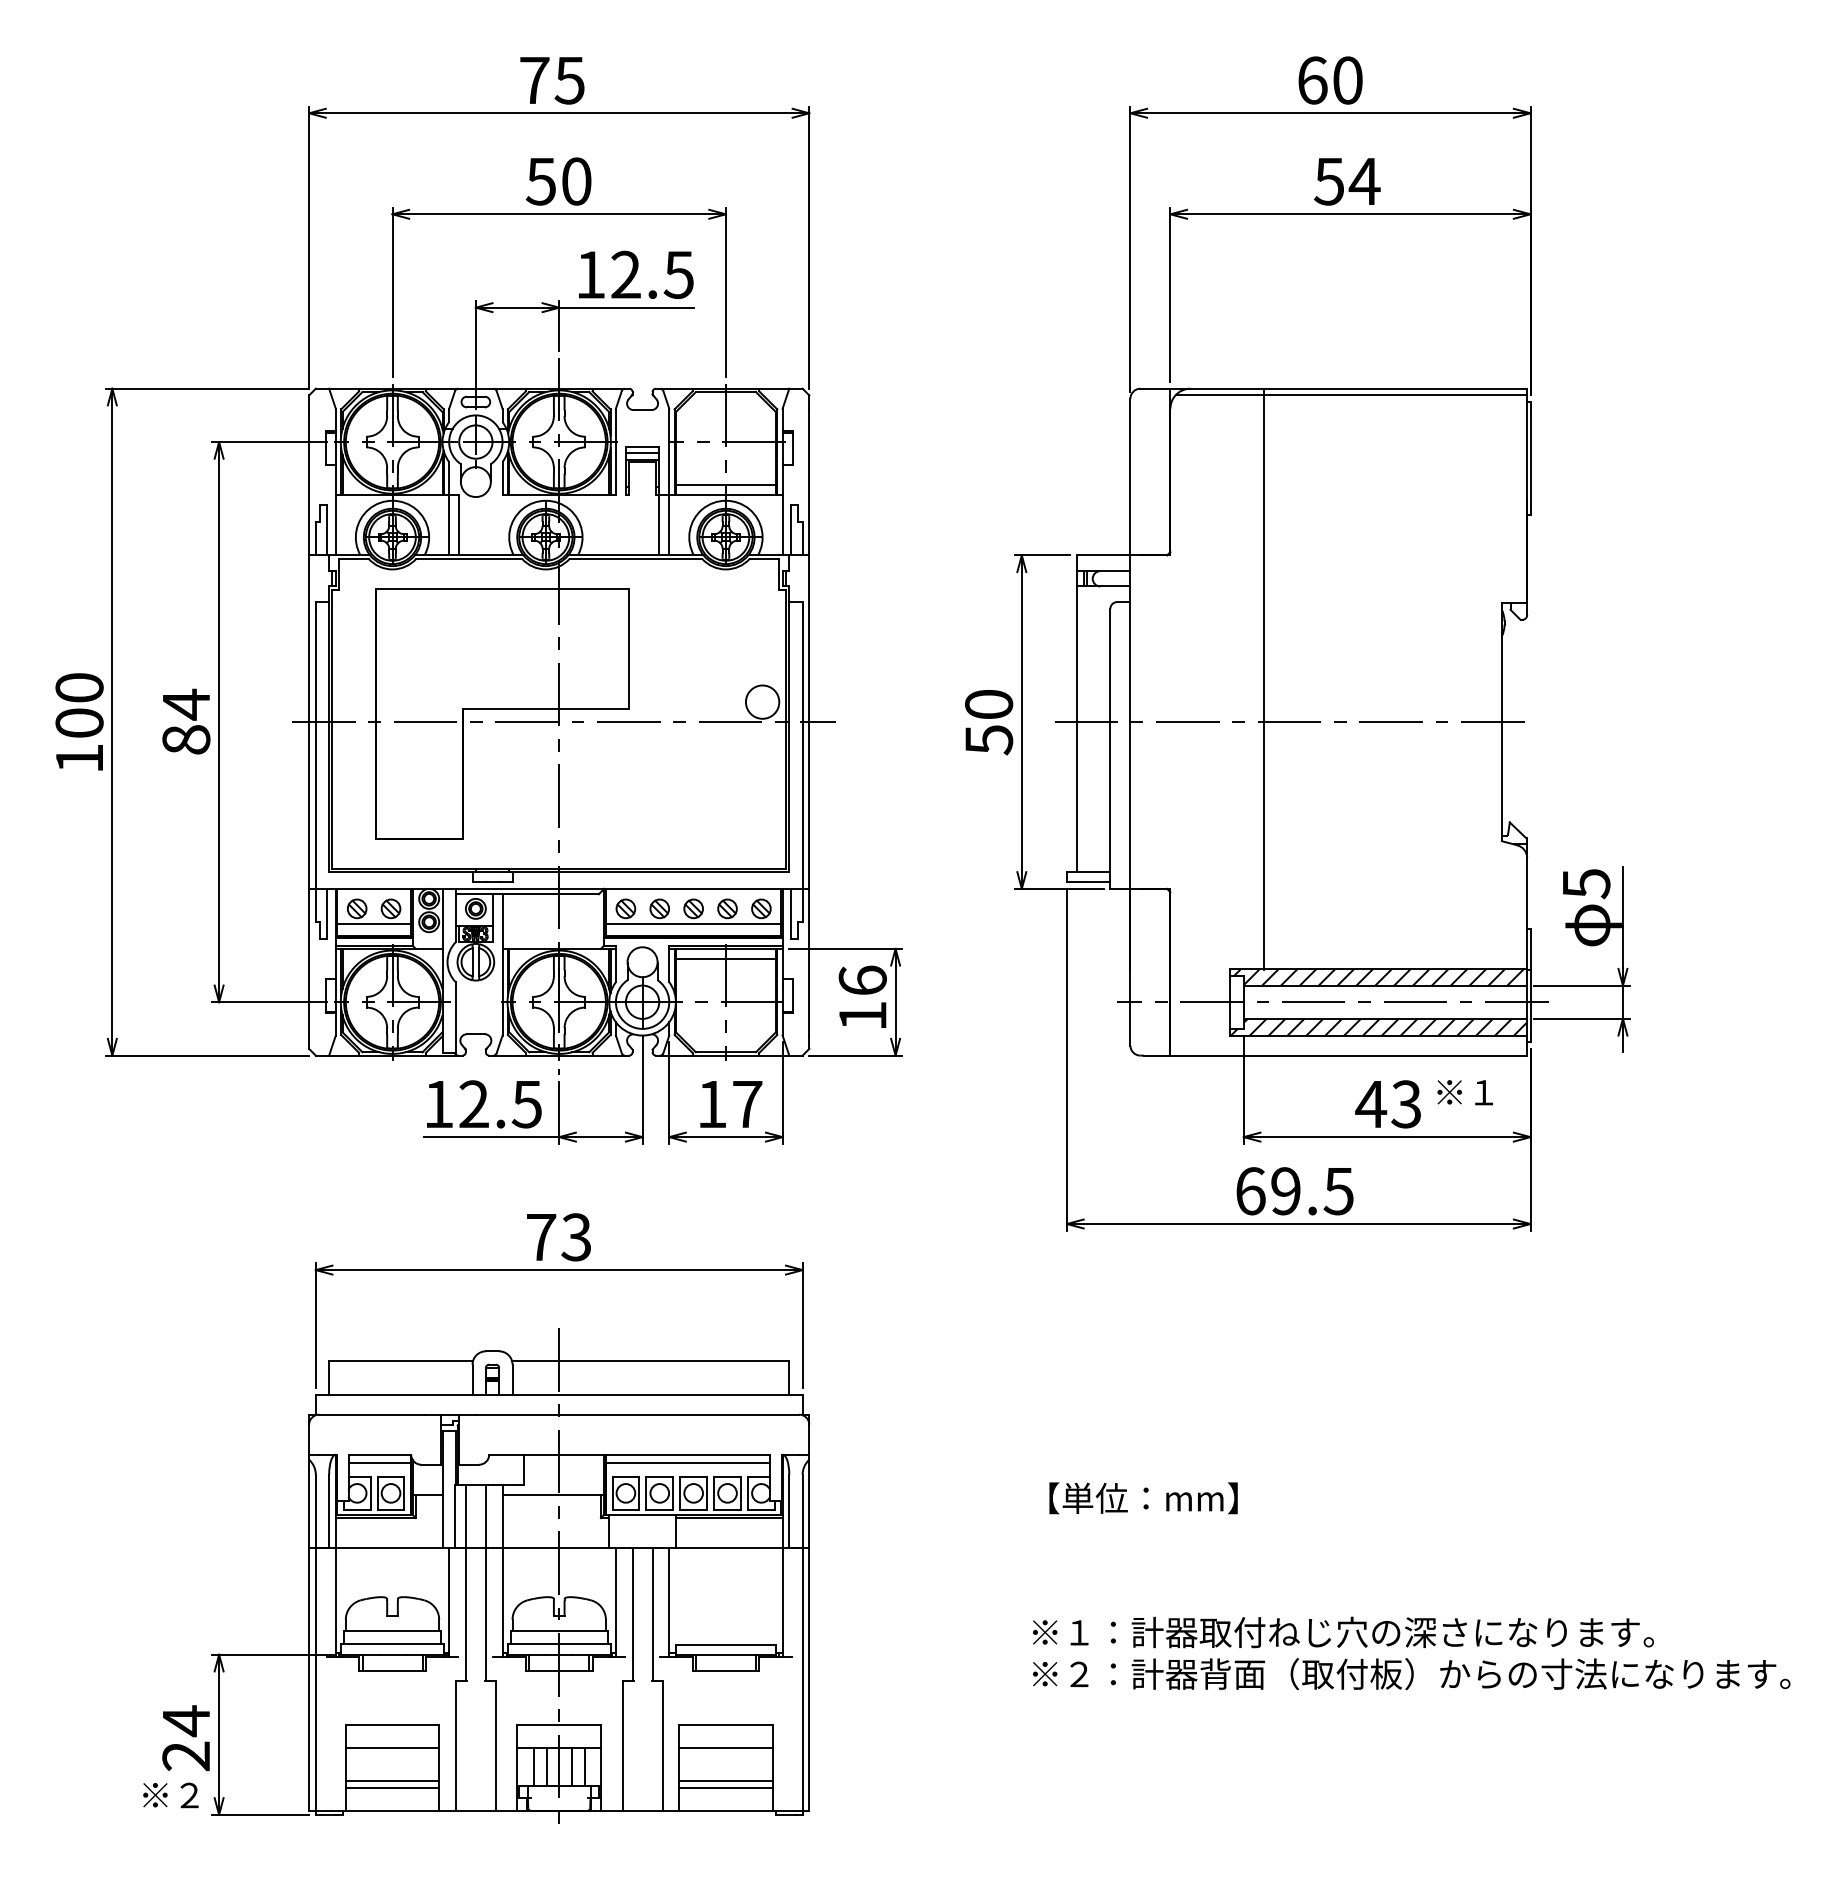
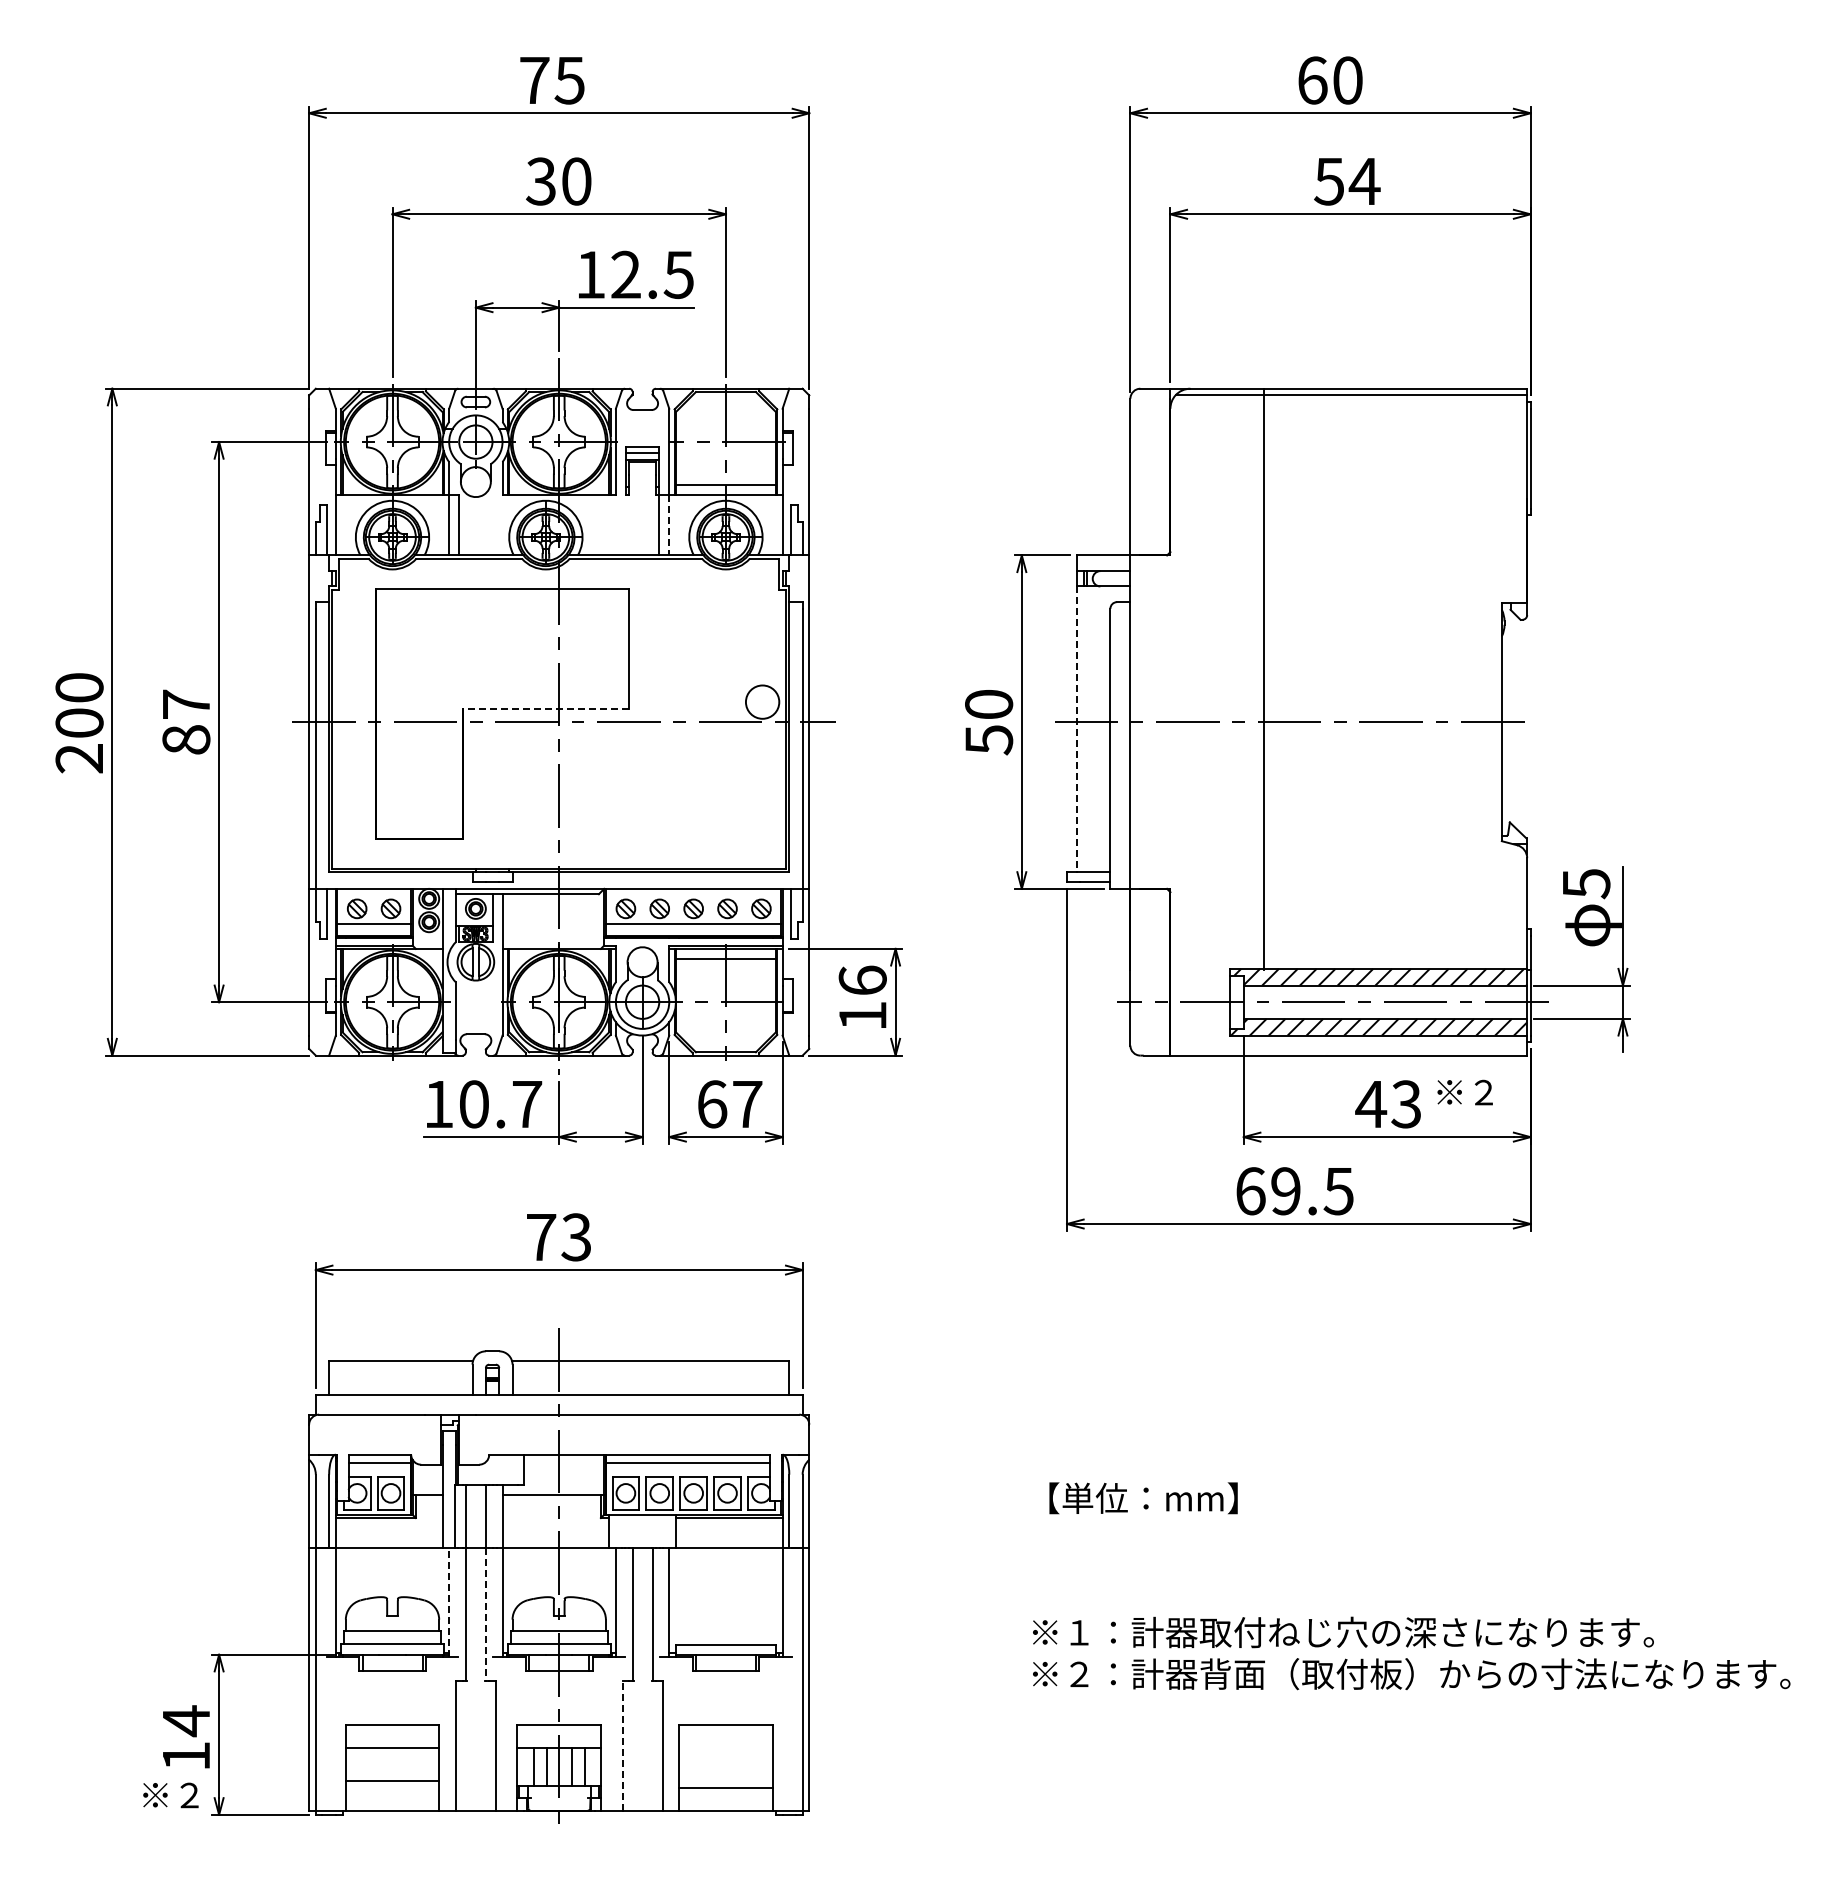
text at (540, 181): 50 -> 30
line at (669, 525): solid -> dashed
text at (186, 704): 84 -> 87
line at (545, 708): solid -> dashed
line at (1077, 729): solid -> dashed
text at (78, 758): 100 -> 200
text at (1482, 1091): ※１ -> ※２
text at (500, 1104): 12.5 -> 10.7
text at (712, 1104): 17 -> 67
line at (449, 1601): solid -> dashed
line at (485, 1614): solid -> dashed
line at (622, 1745): solid -> dashed
line at (725, 1748): present -> none
text at (185, 1756): 24 -> 14
line at (725, 1781): present -> none
line at (392, 1788): present -> none
